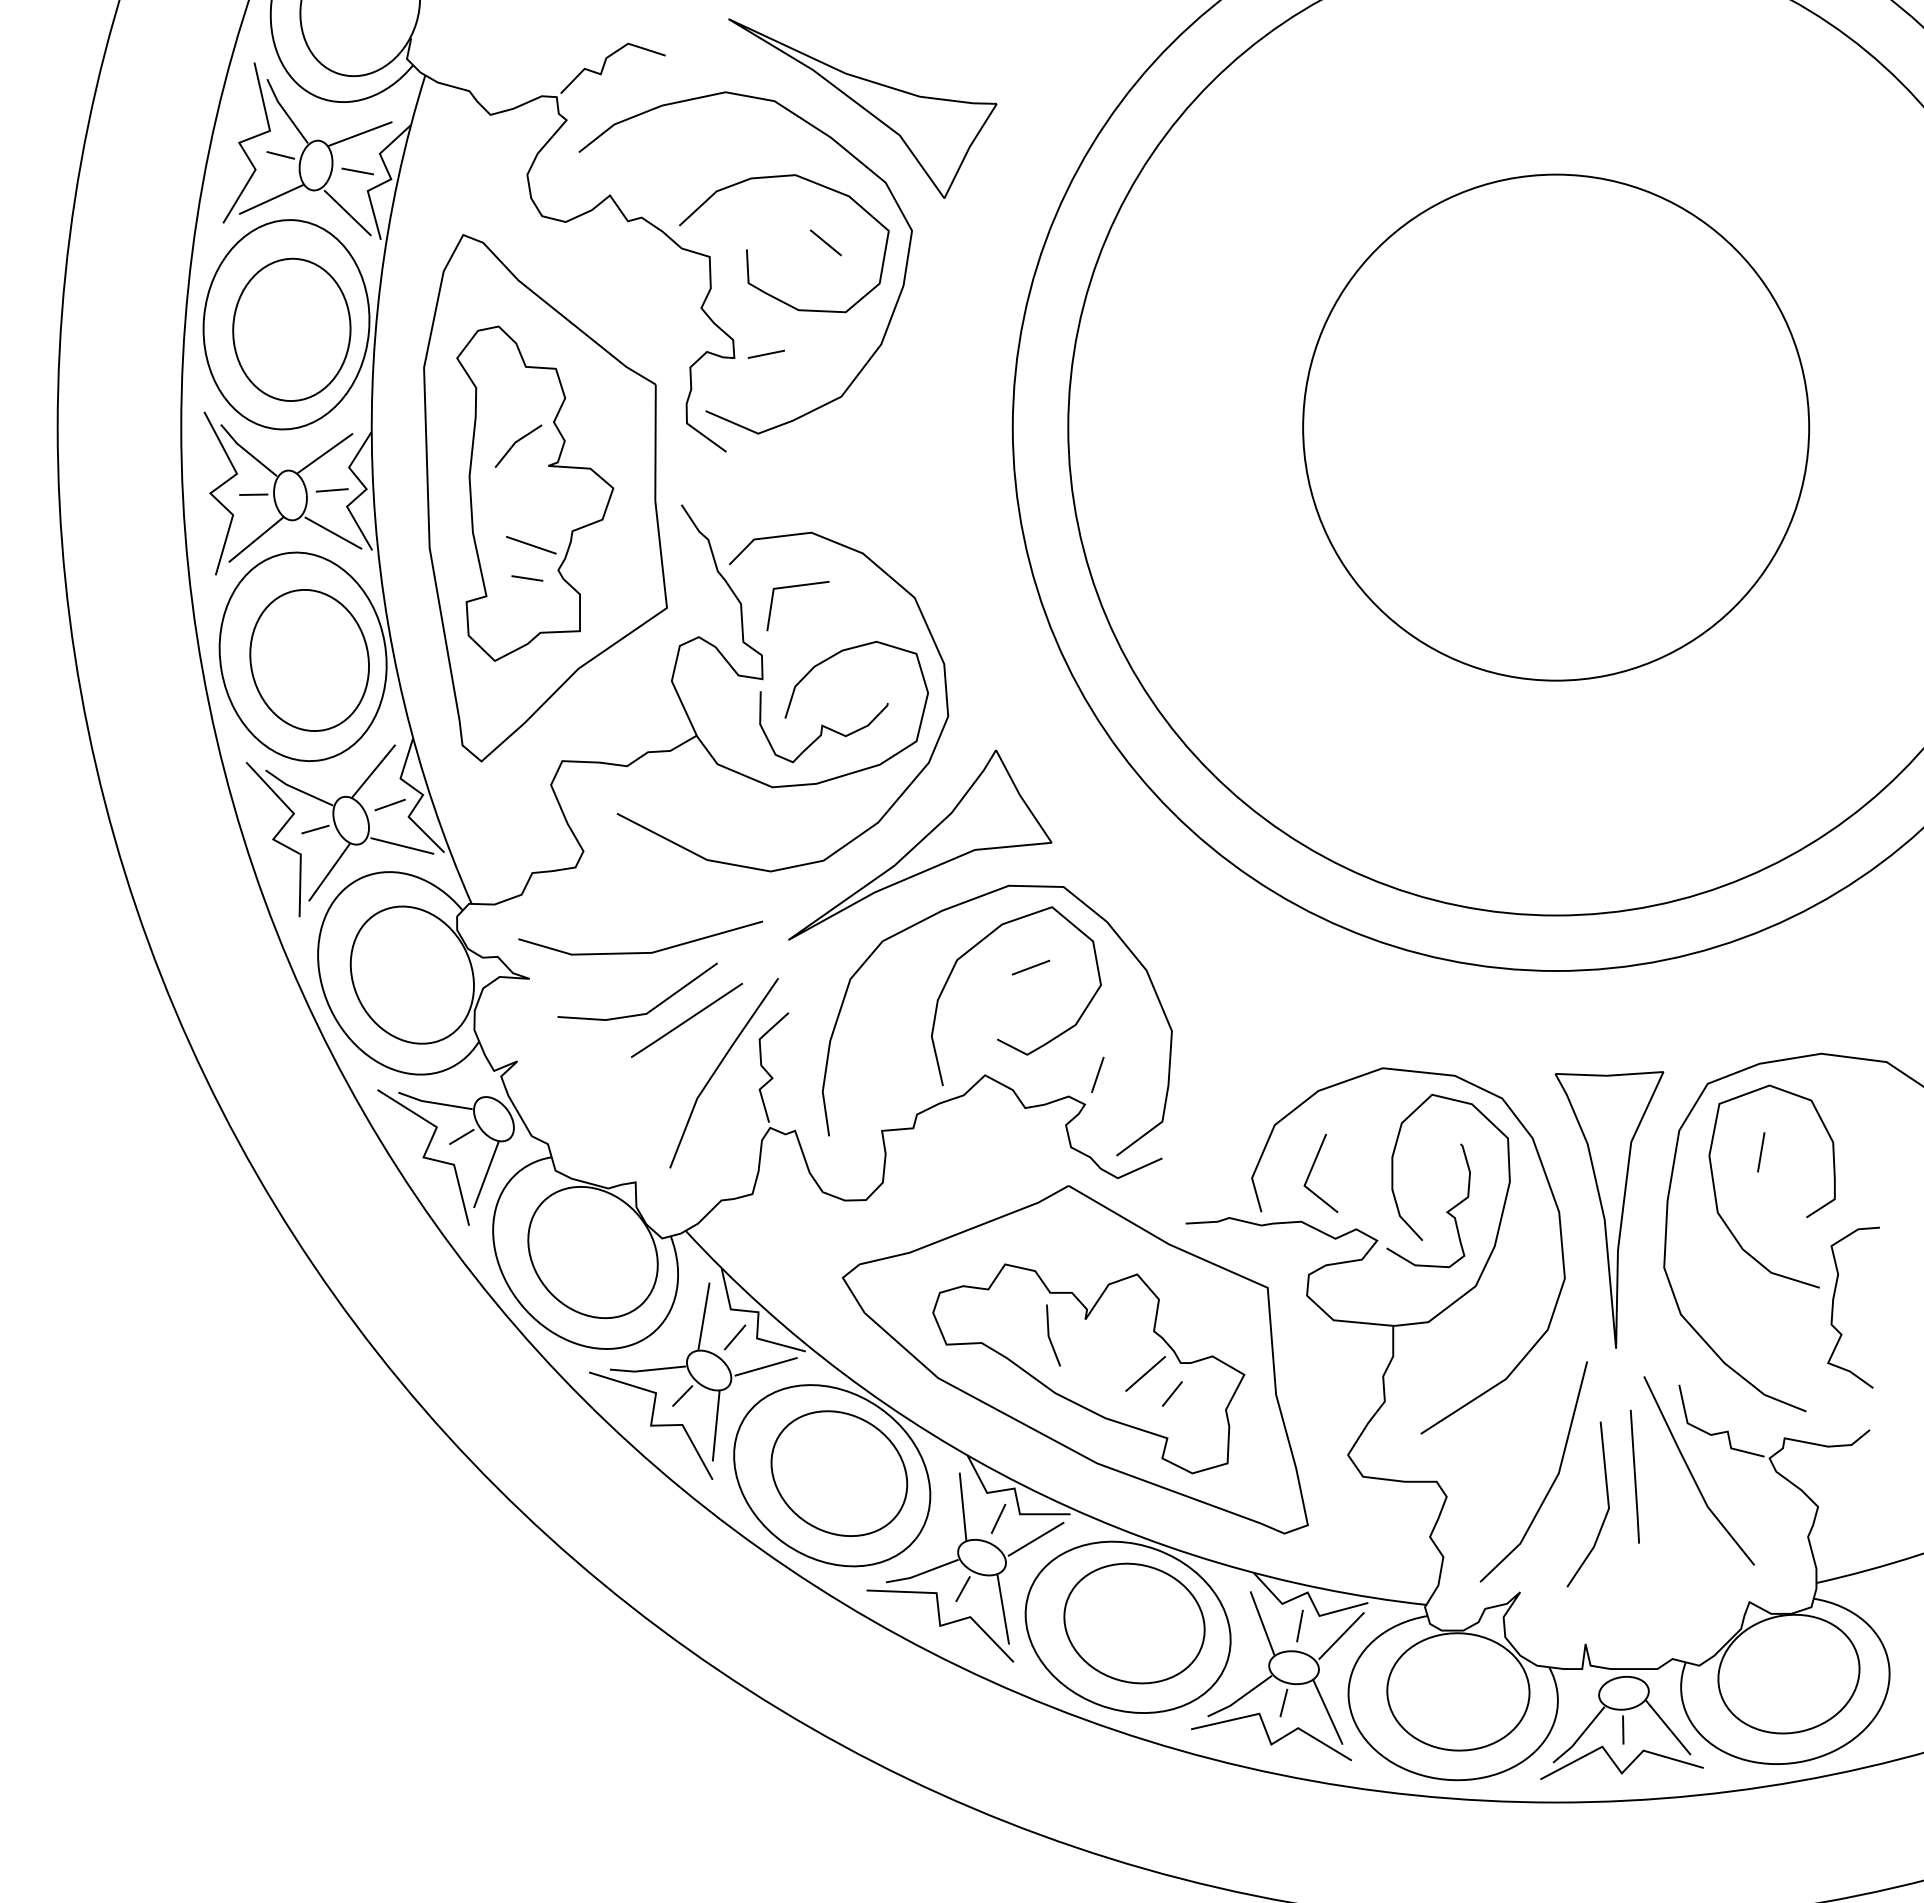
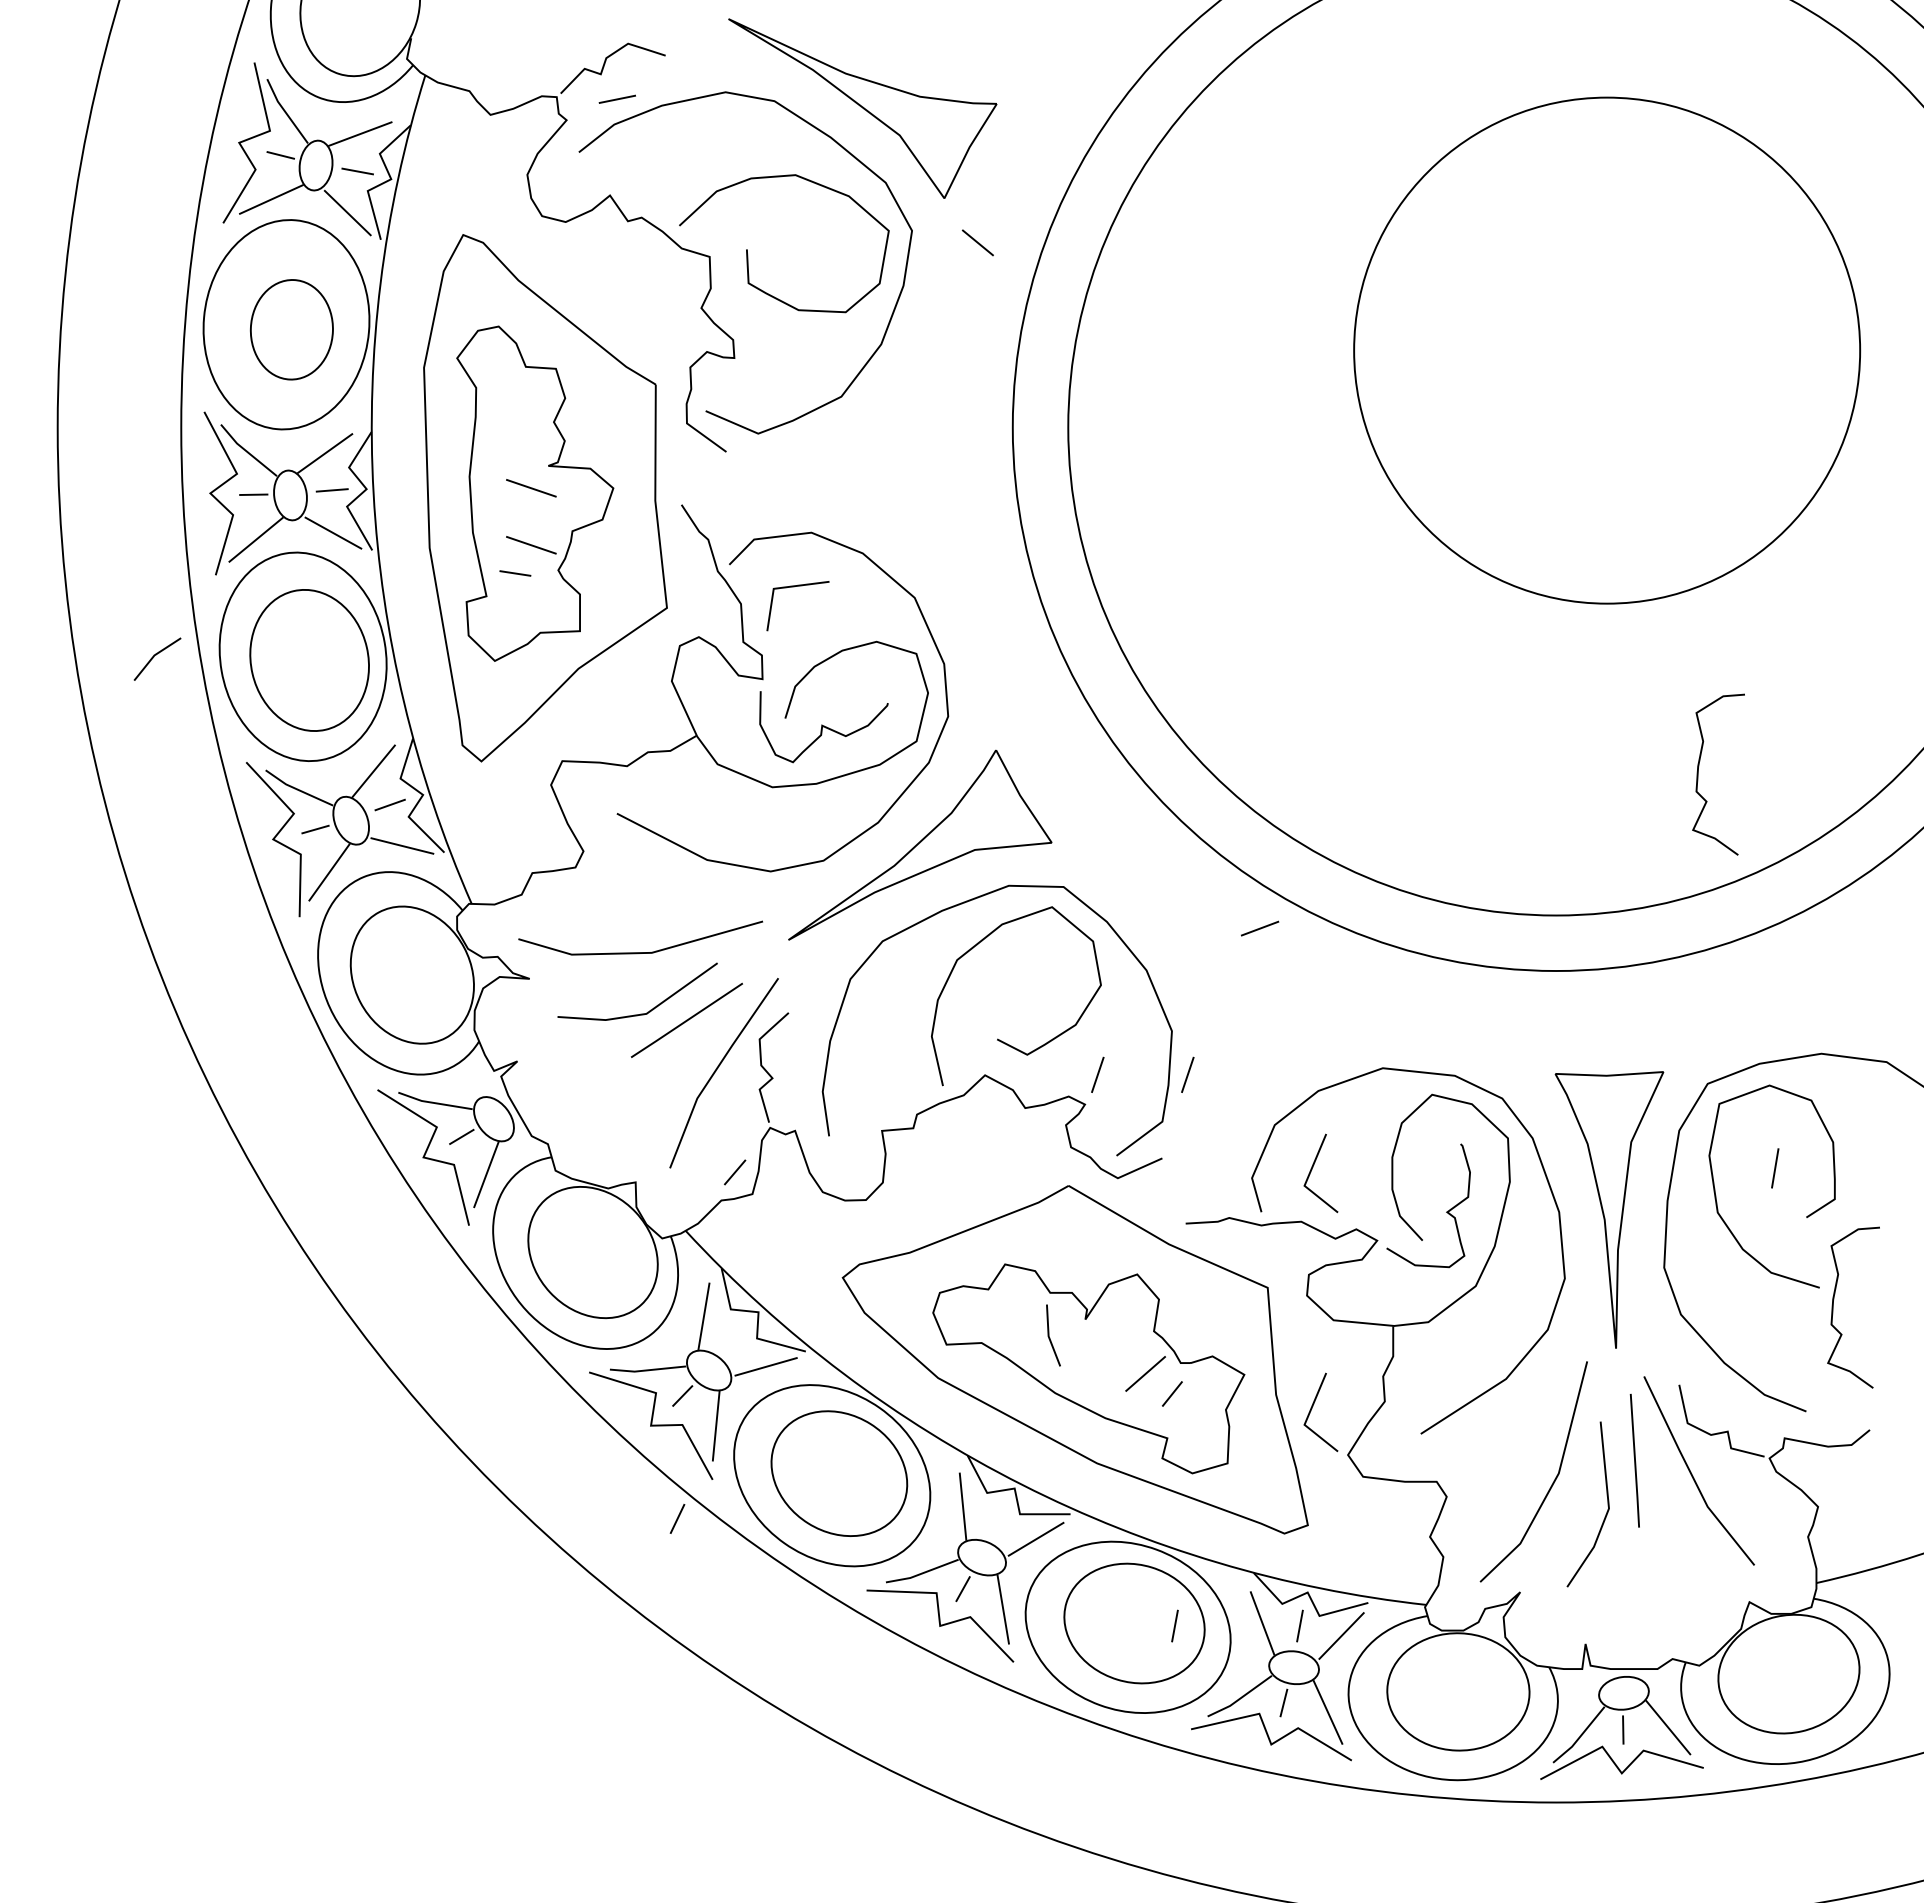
line at (825, 242) position: (825, 242) -> (977, 242)
part at (291, 329) size: 120x145 px -> 85x102 px
line at (765, 353) position: (765, 353) -> (616, 98)
circle at (1556, 427) position: (1556, 427) -> (1607, 350)
line at (517, 442) position: (517, 442) -> (156, 655)
line at (531, 488): none -> present
line at (527, 578) position: (527, 578) -> (515, 573)
curve at (1698, 774): none -> present
line at (1031, 967) position: (1031, 967) -> (1260, 928)
line at (1187, 1074): none -> present
line at (1761, 1152) position: (1761, 1152) -> (1775, 1168)
line at (735, 1337) position: (735, 1337) -> (735, 1172)
line at (1312, 1408): none -> present
line at (1634, 1476) position: (1634, 1476) -> (1634, 1460)
line at (998, 1518) position: (998, 1518) -> (677, 1518)
line at (1174, 1625): none -> present
